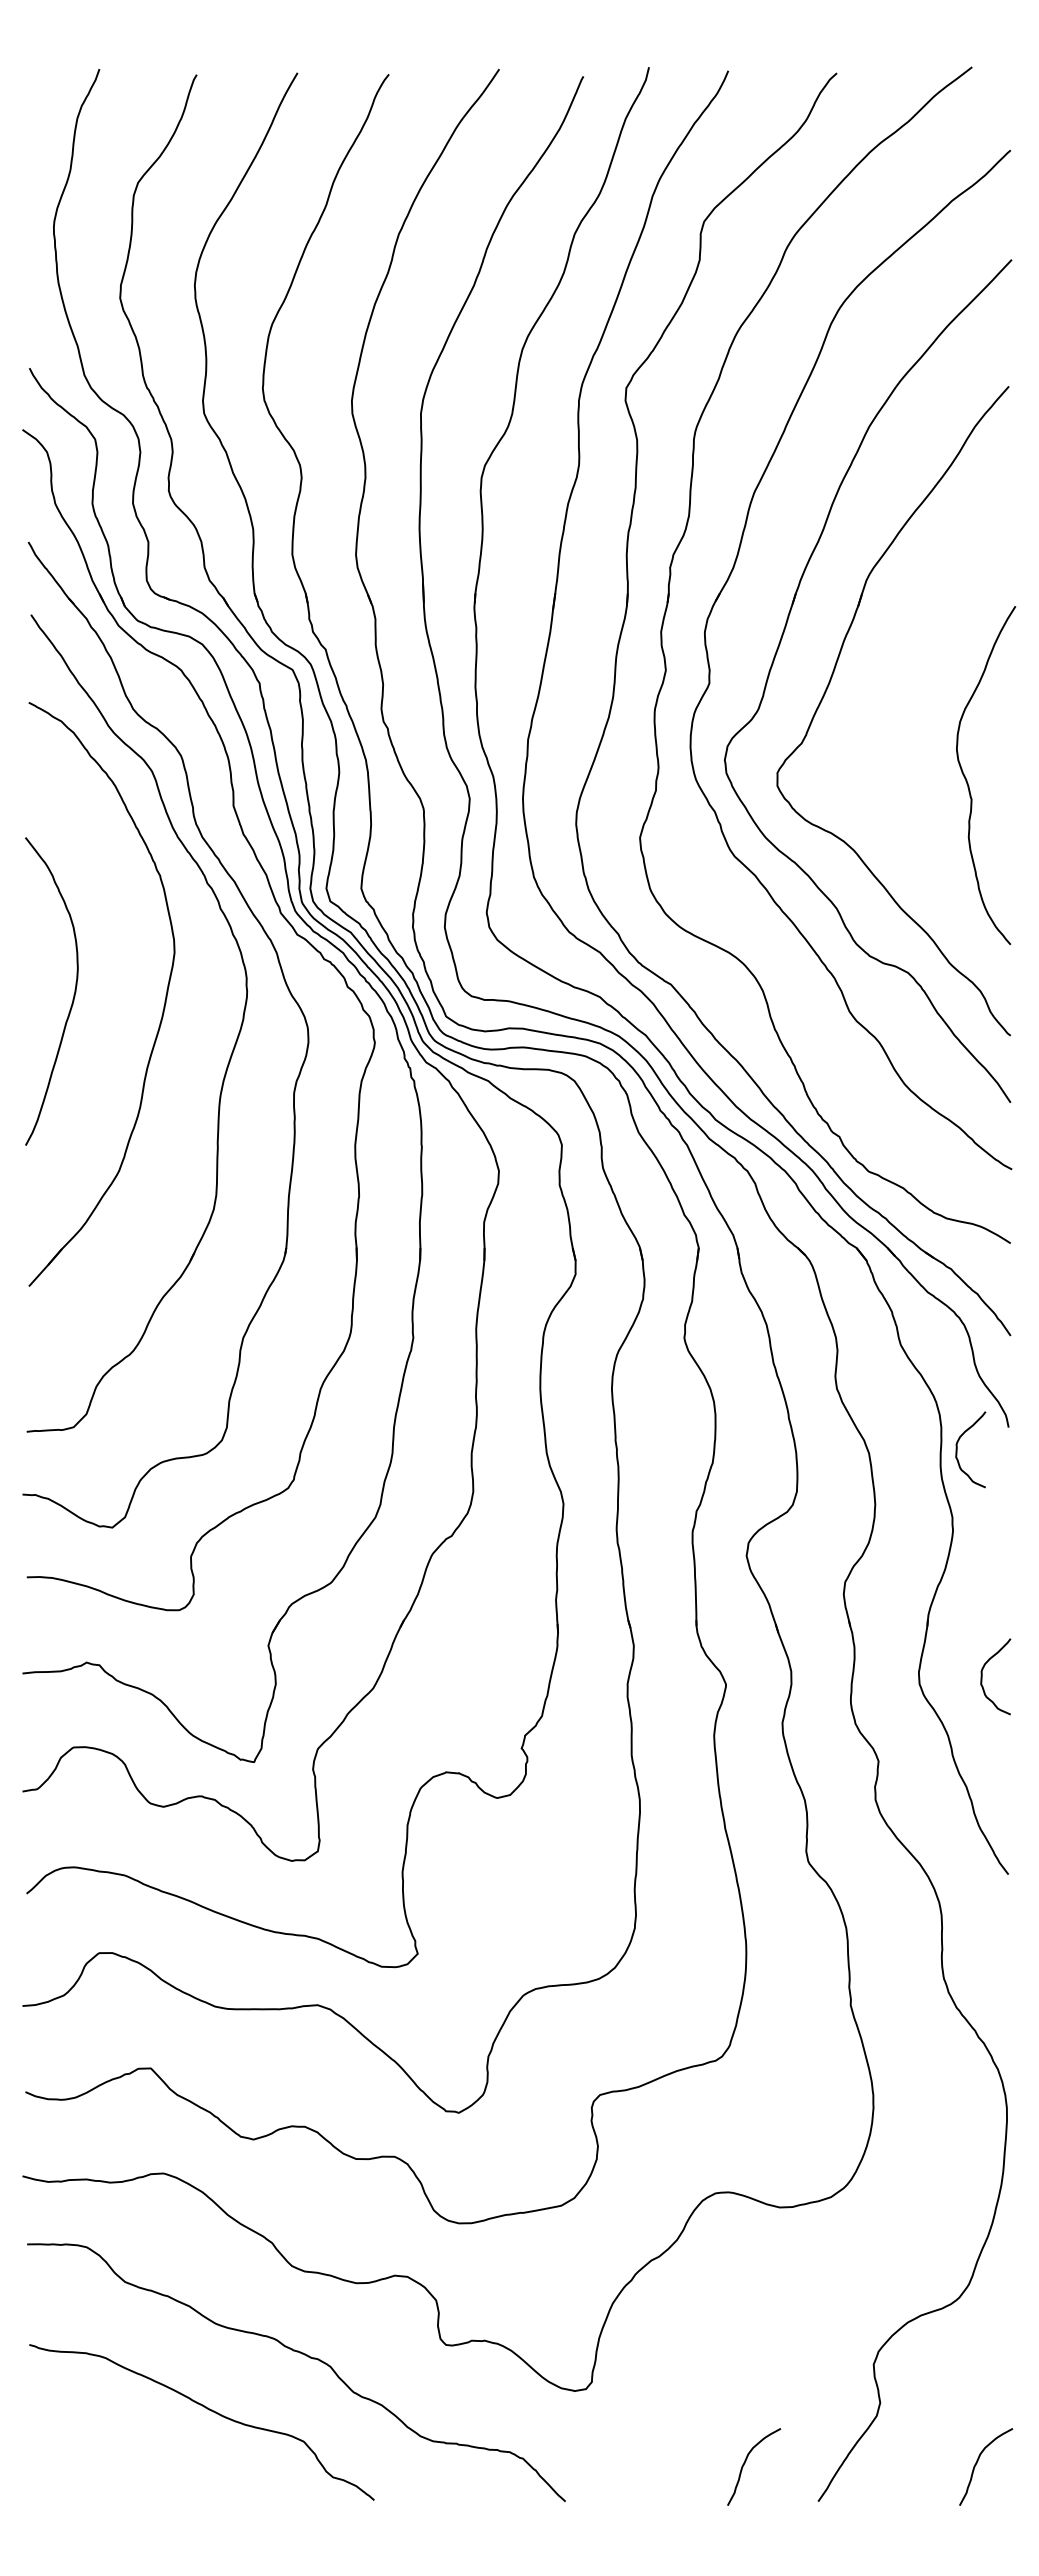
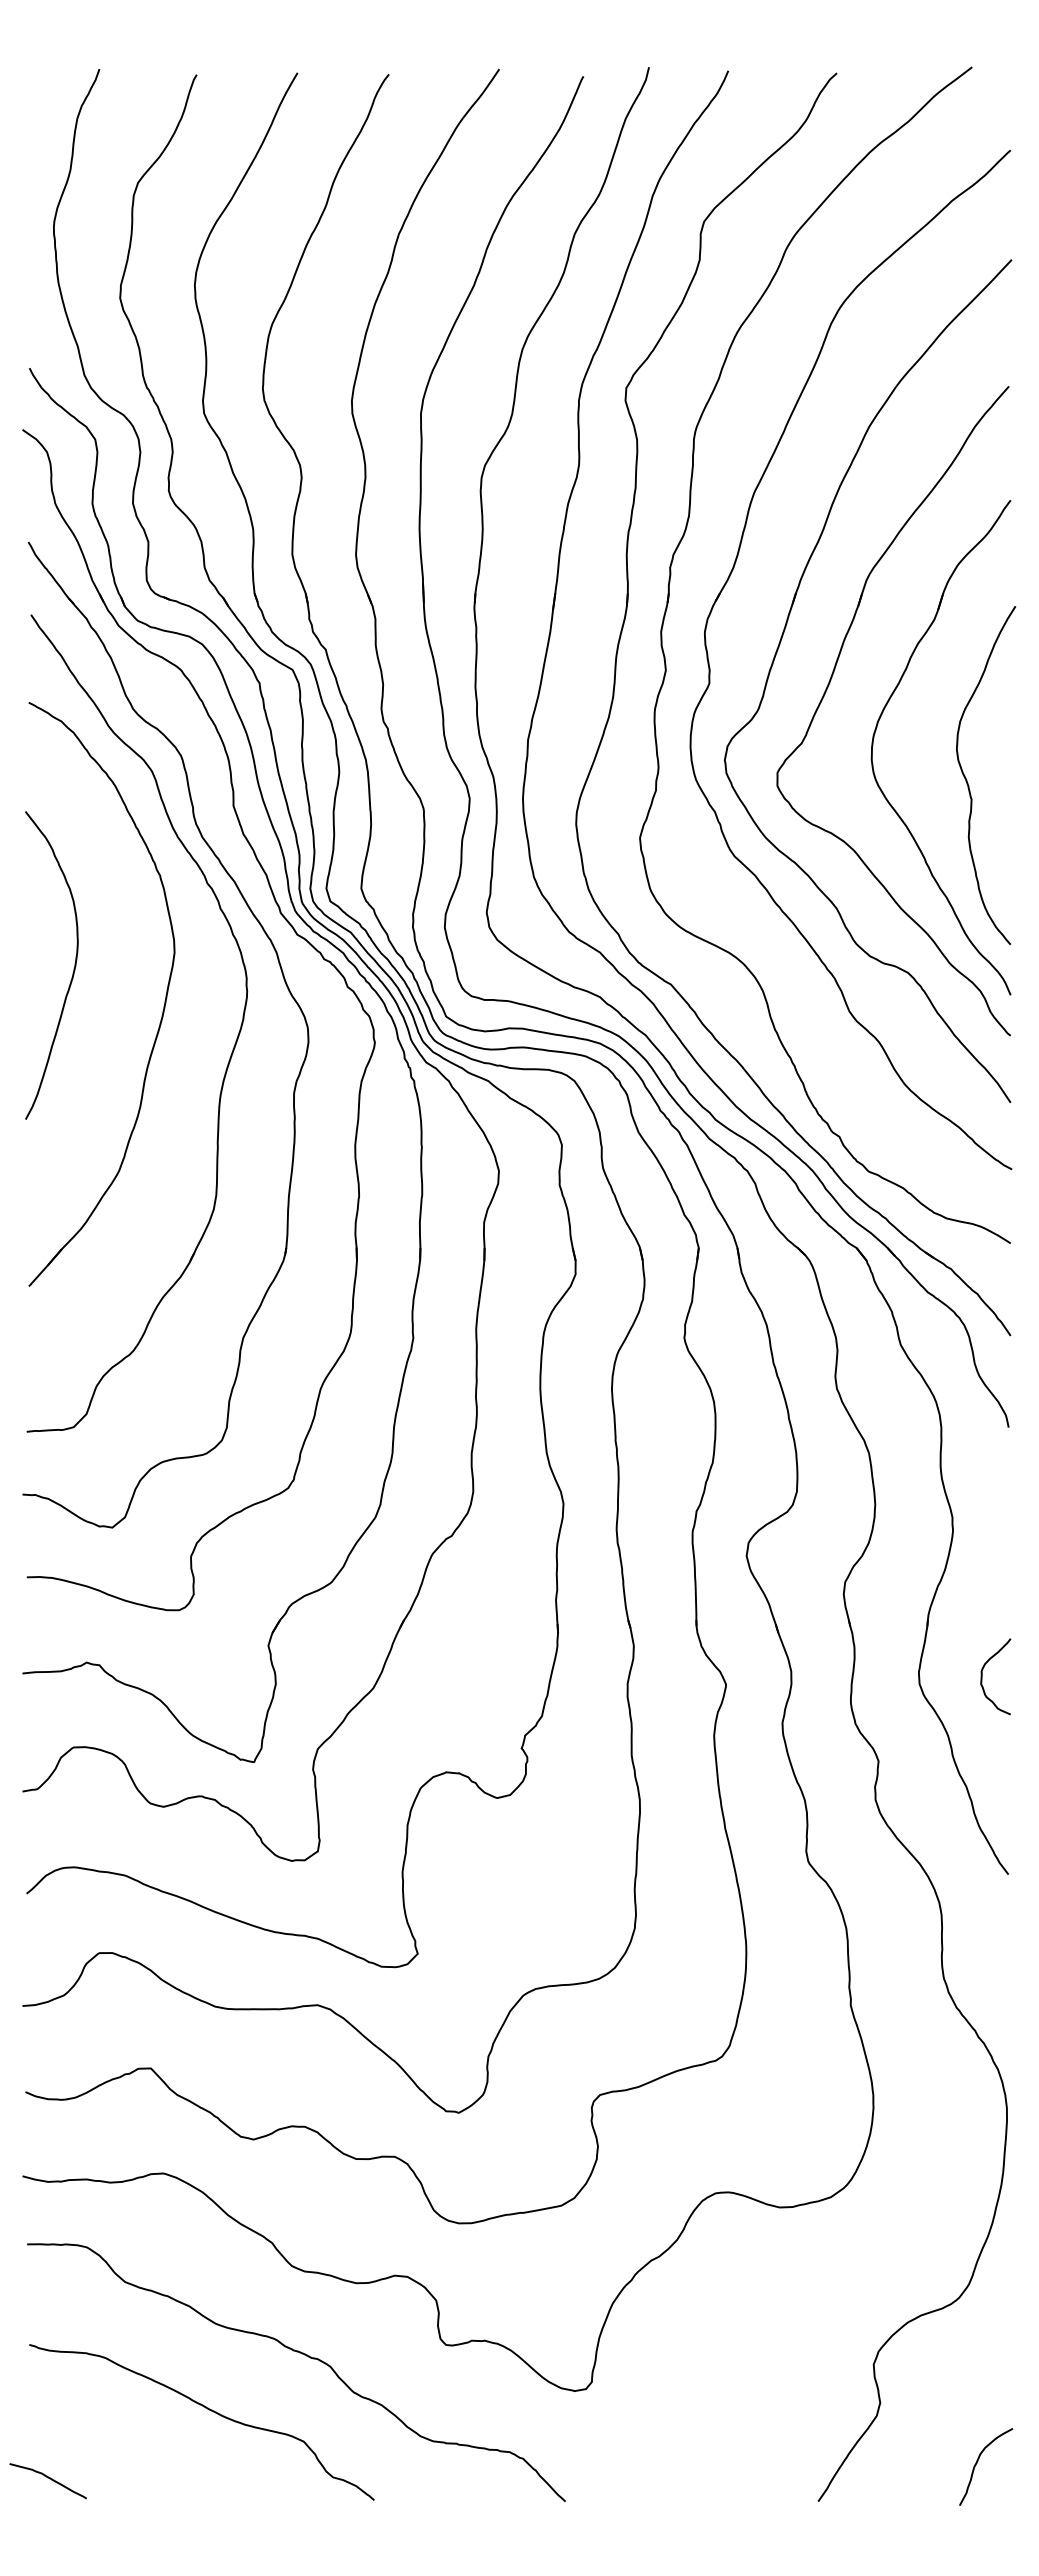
part at (877, 727): none -> present
curve at (73, 994) position: (73, 994) -> (73, 968)
curve at (957, 1449): present -> none
curve at (746, 2461): present -> none
curve at (47, 2478): none -> present
